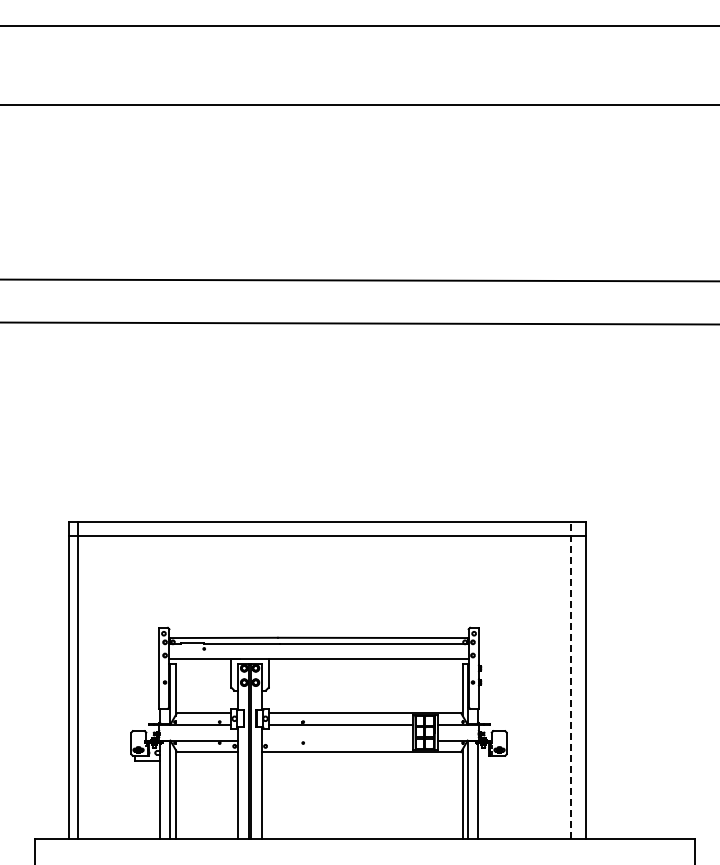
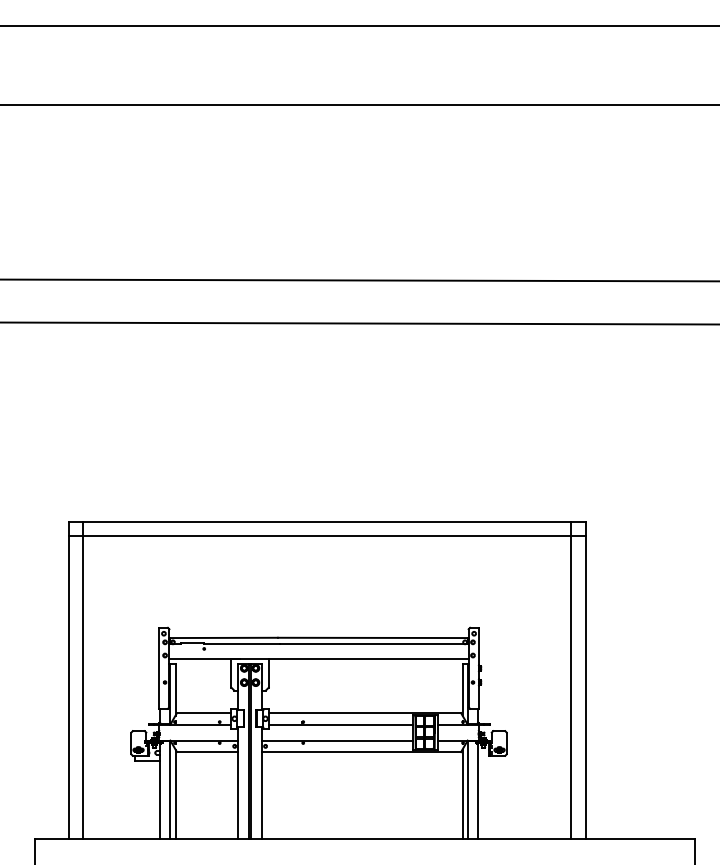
line at (78, 679) position: (78, 679) -> (83, 679)
line at (571, 679): dashed -> solid
line at (336, 740): none -> present
